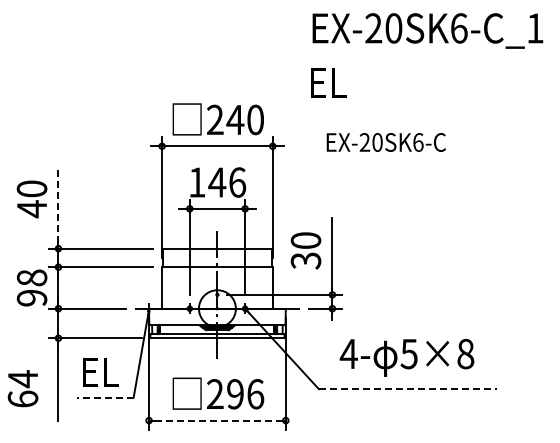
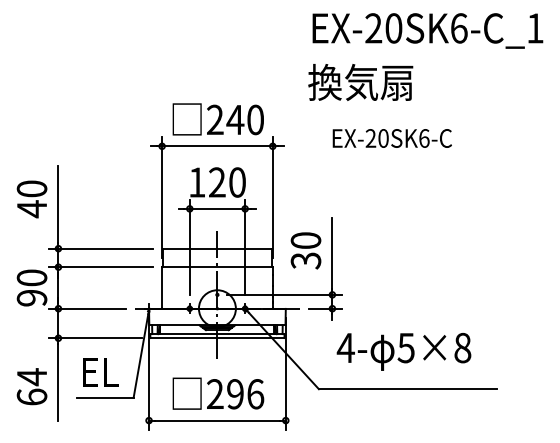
text at (360, 82): EL -> 換気扇
text at (385, 142) position: (385, 142) -> (391, 138)
text at (227, 182): 146 -> 120
line at (58, 204): dashed -> solid
text at (31, 277): 98 -> 90
text at (406, 357) position: (406, 357) -> (403, 351)
text at (22, 388) position: (22, 388) -> (31, 386)
line at (408, 389): dashed -> solid
line at (104, 397): dashed -> solid
line at (217, 420): dashed -> solid
